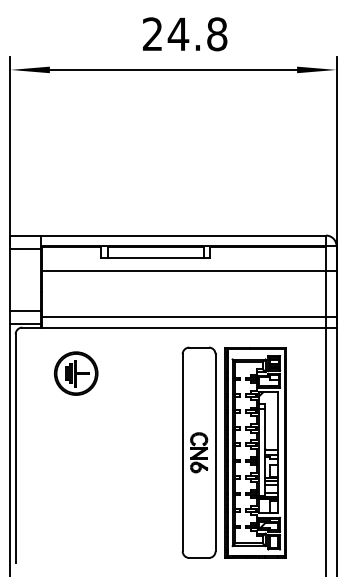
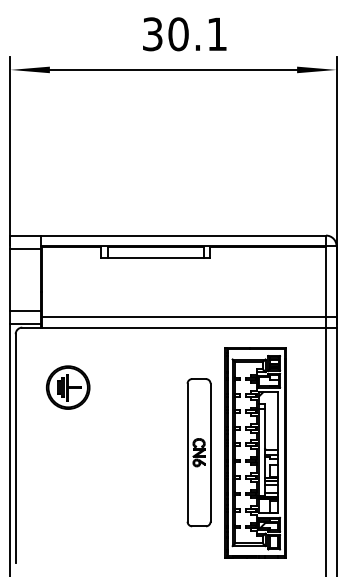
text at (185, 34): 24.8 -> 30.1
line at (189, 271): present -> none
part at (76, 373) position: (76, 373) -> (68, 387)
part at (198, 452) size: 36x213 px -> 26x150 px
